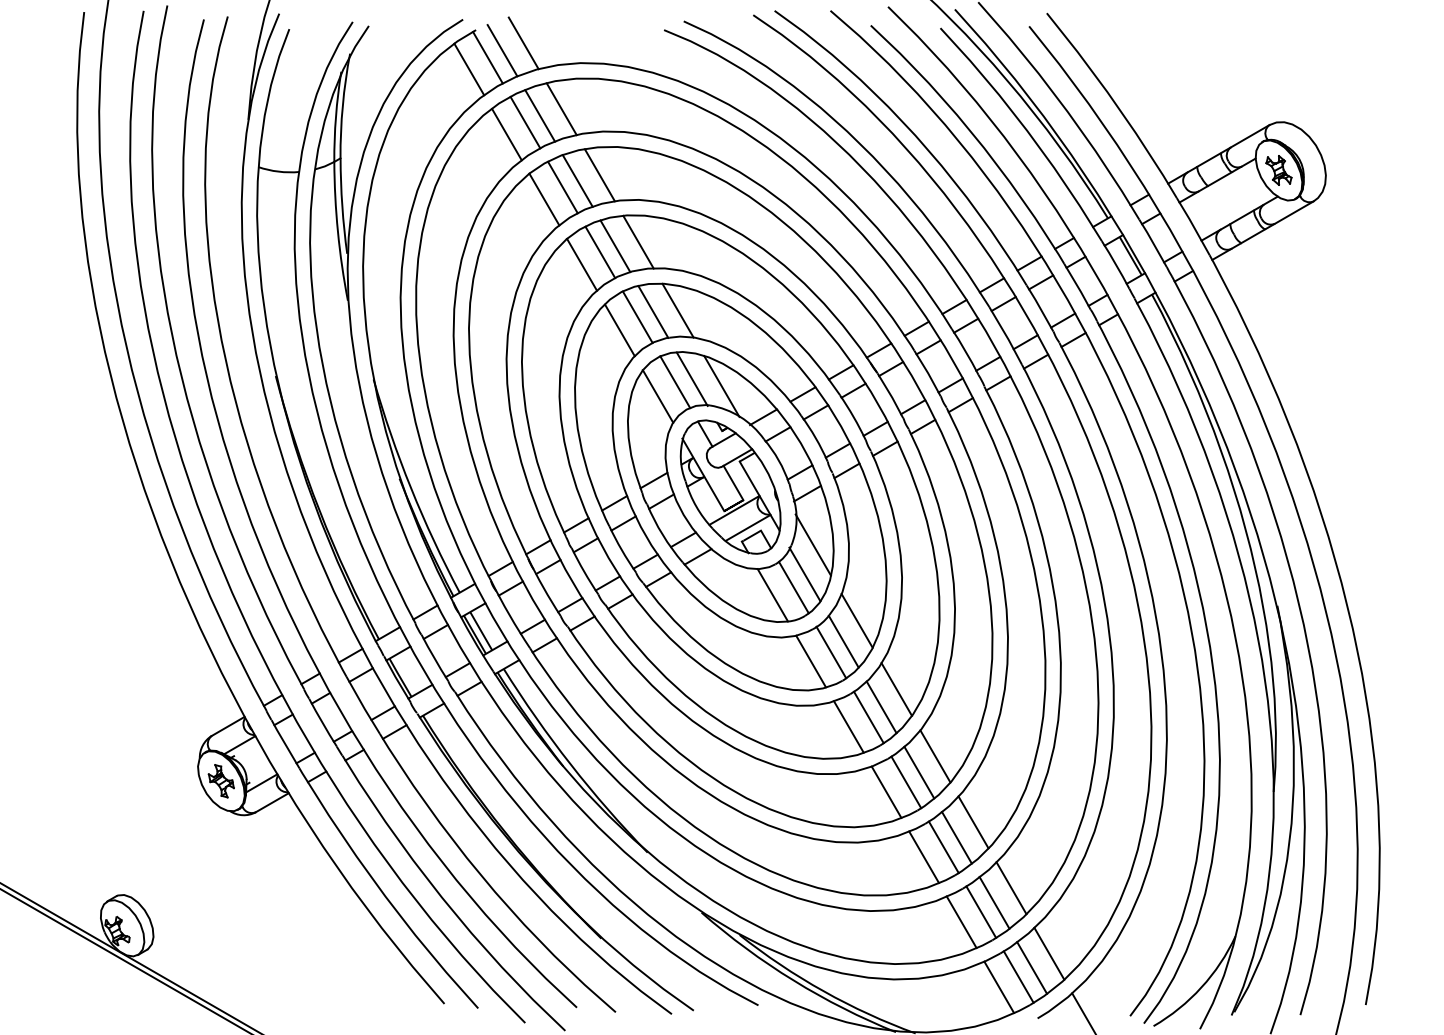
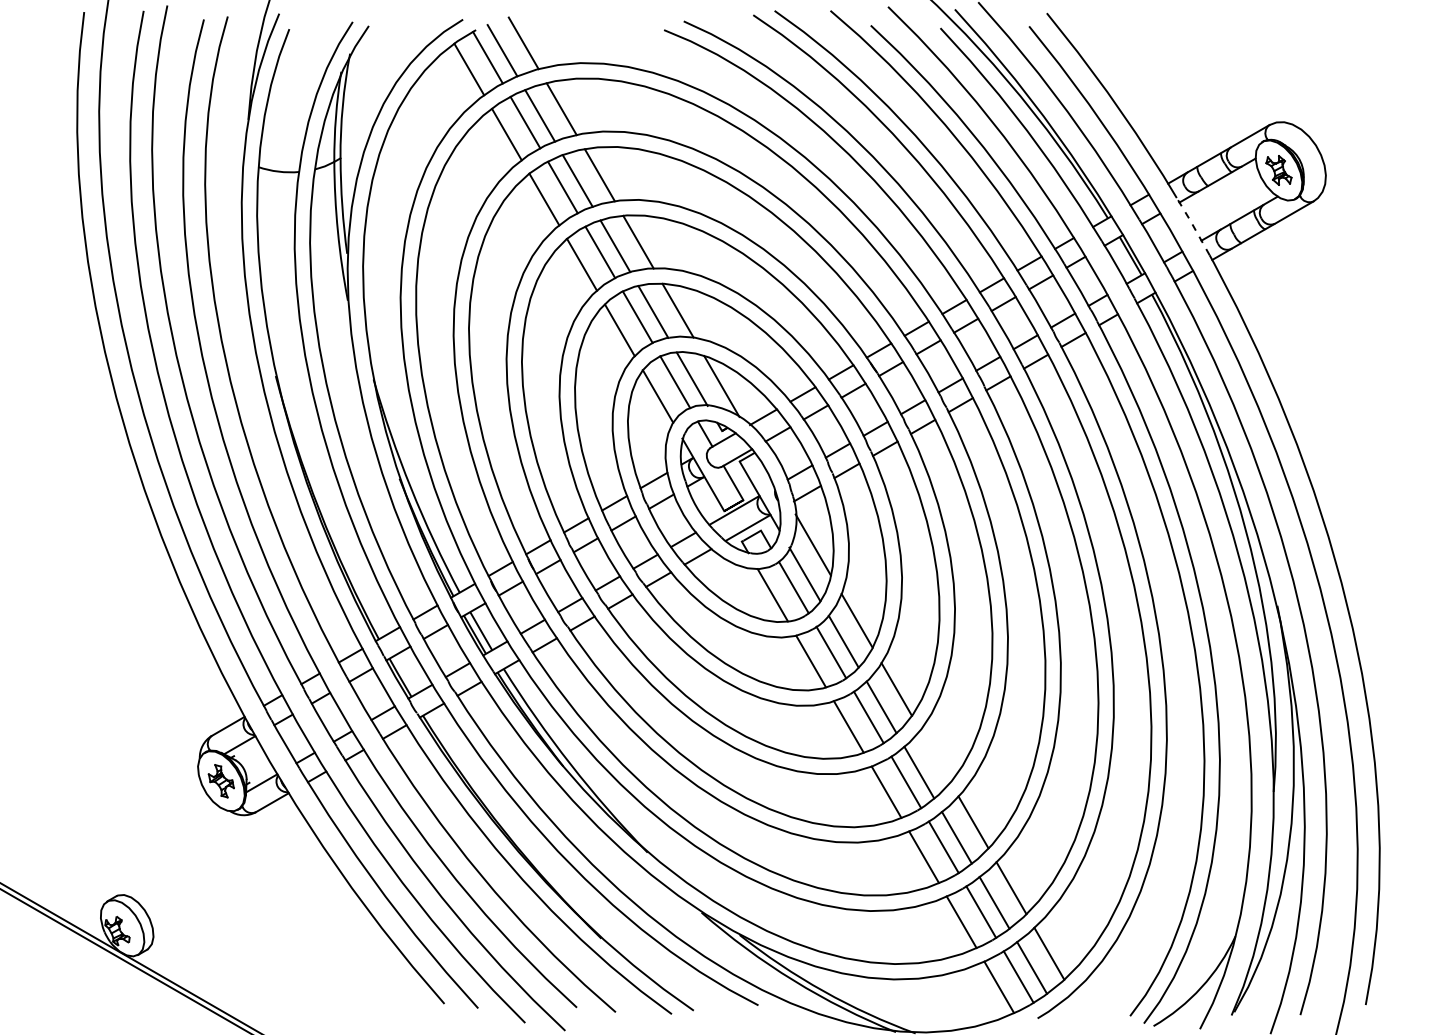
line at (1193, 225): solid -> dashed
line at (935, 756): present -> none
line at (1083, 1012): present -> none
